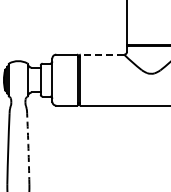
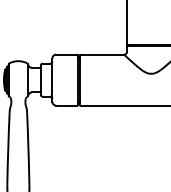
line at (102, 54): dashed -> solid
arc at (28, 148): dashed -> solid
